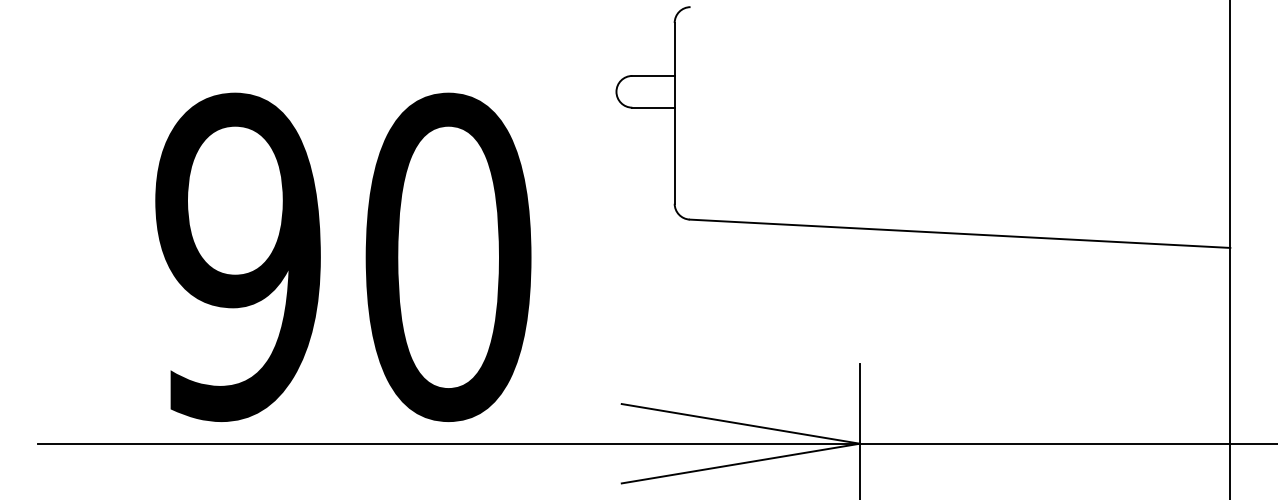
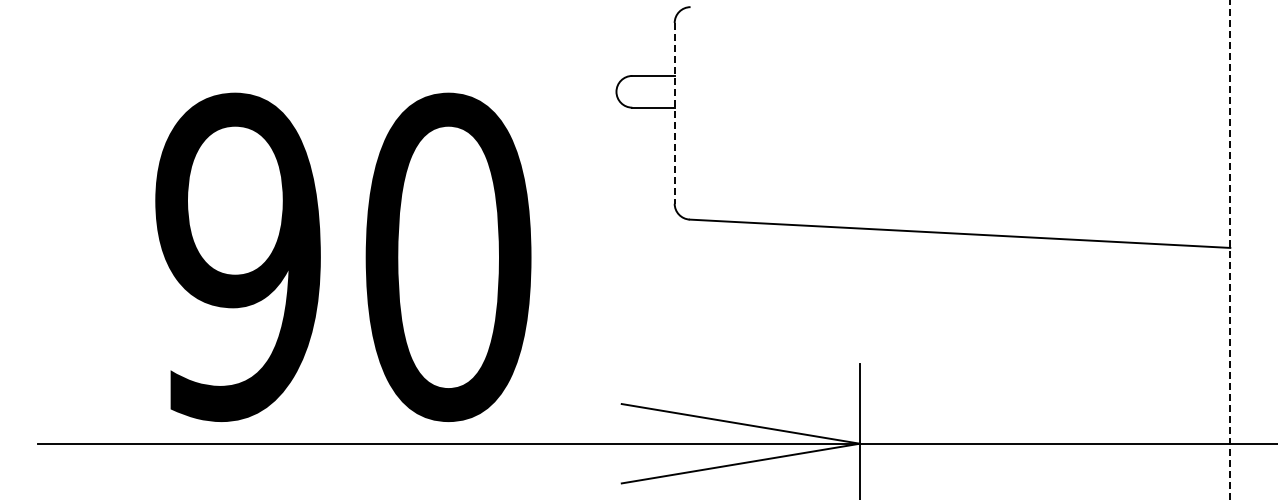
line at (674, 113): solid -> dashed
line at (1230, 250): solid -> dashed
